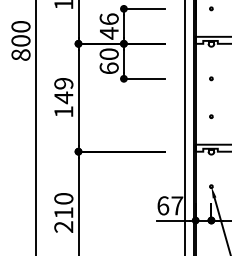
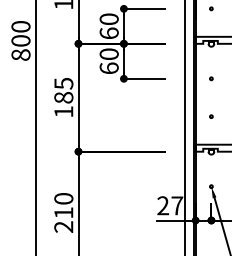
text at (108, 26): 46 -> 60
text at (63, 91): 149 -> 185
text at (163, 205): 67 -> 27
